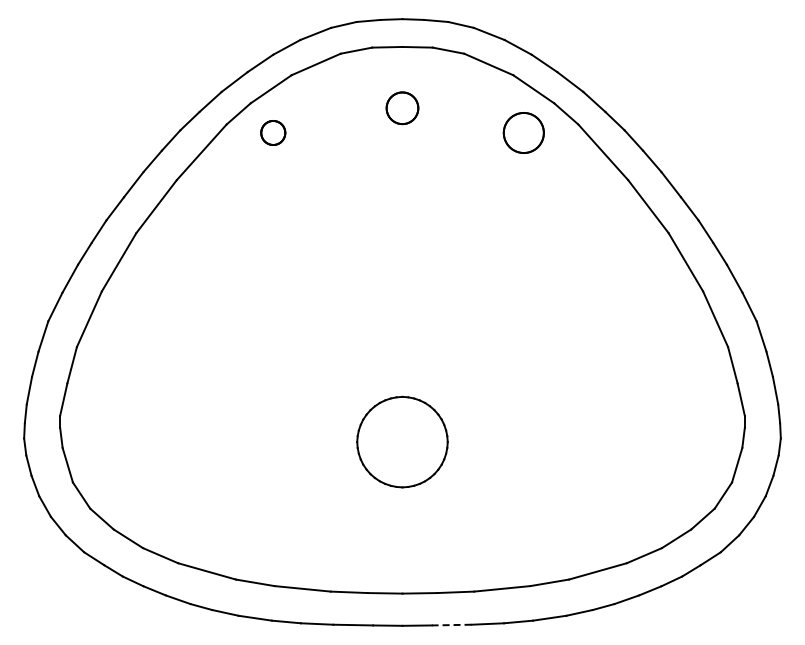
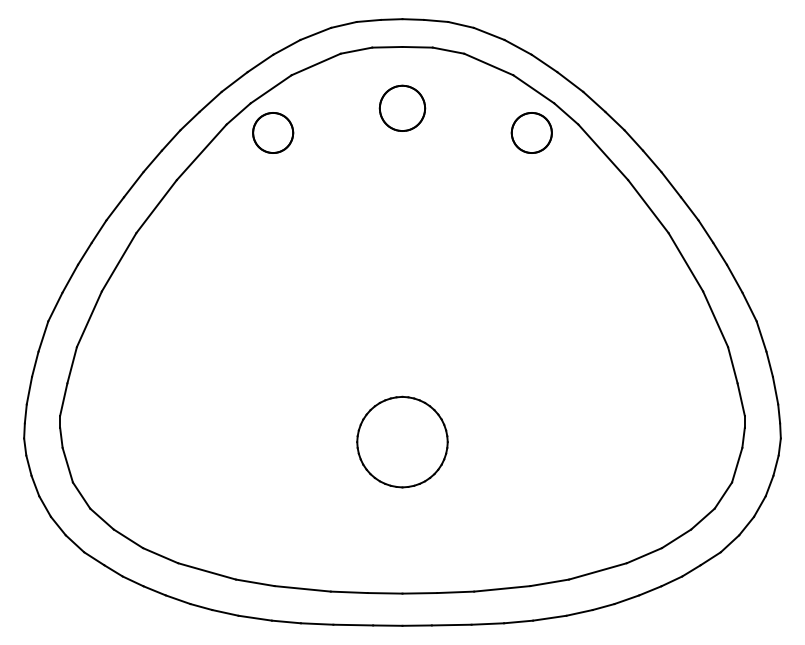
part at (402, 108) size: 35x35 px -> 49x48 px
part at (273, 132) size: 27x26 px -> 43x42 px
part at (523, 132) position: (523, 132) -> (531, 132)
line at (451, 625): dashed -> solid
